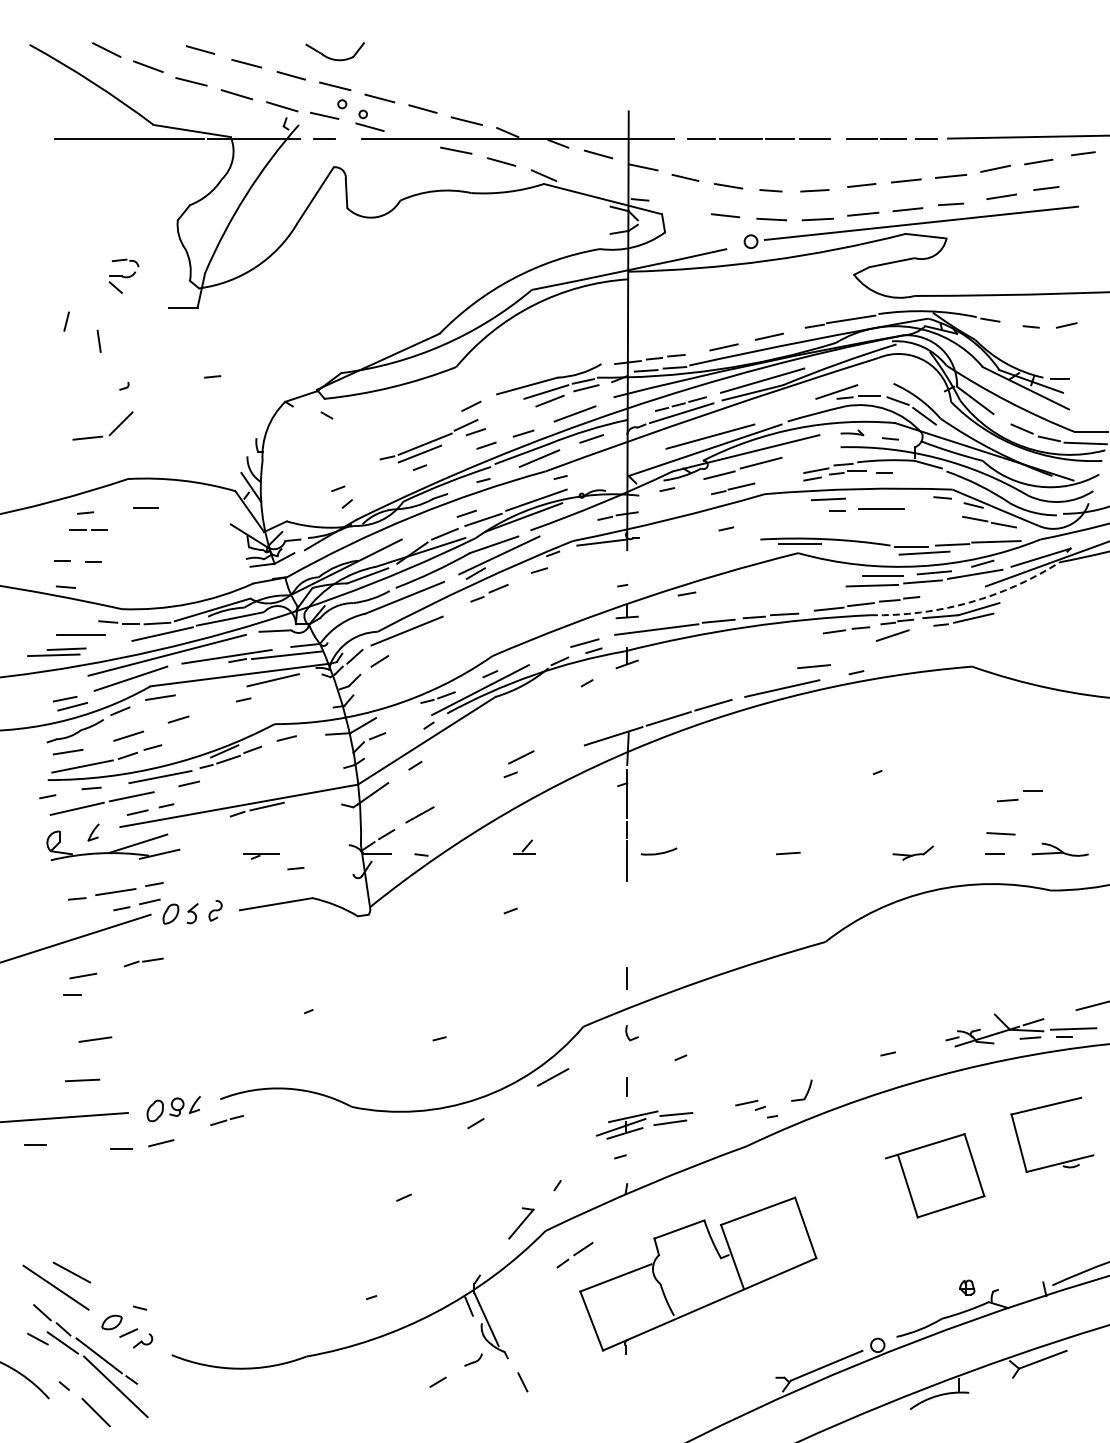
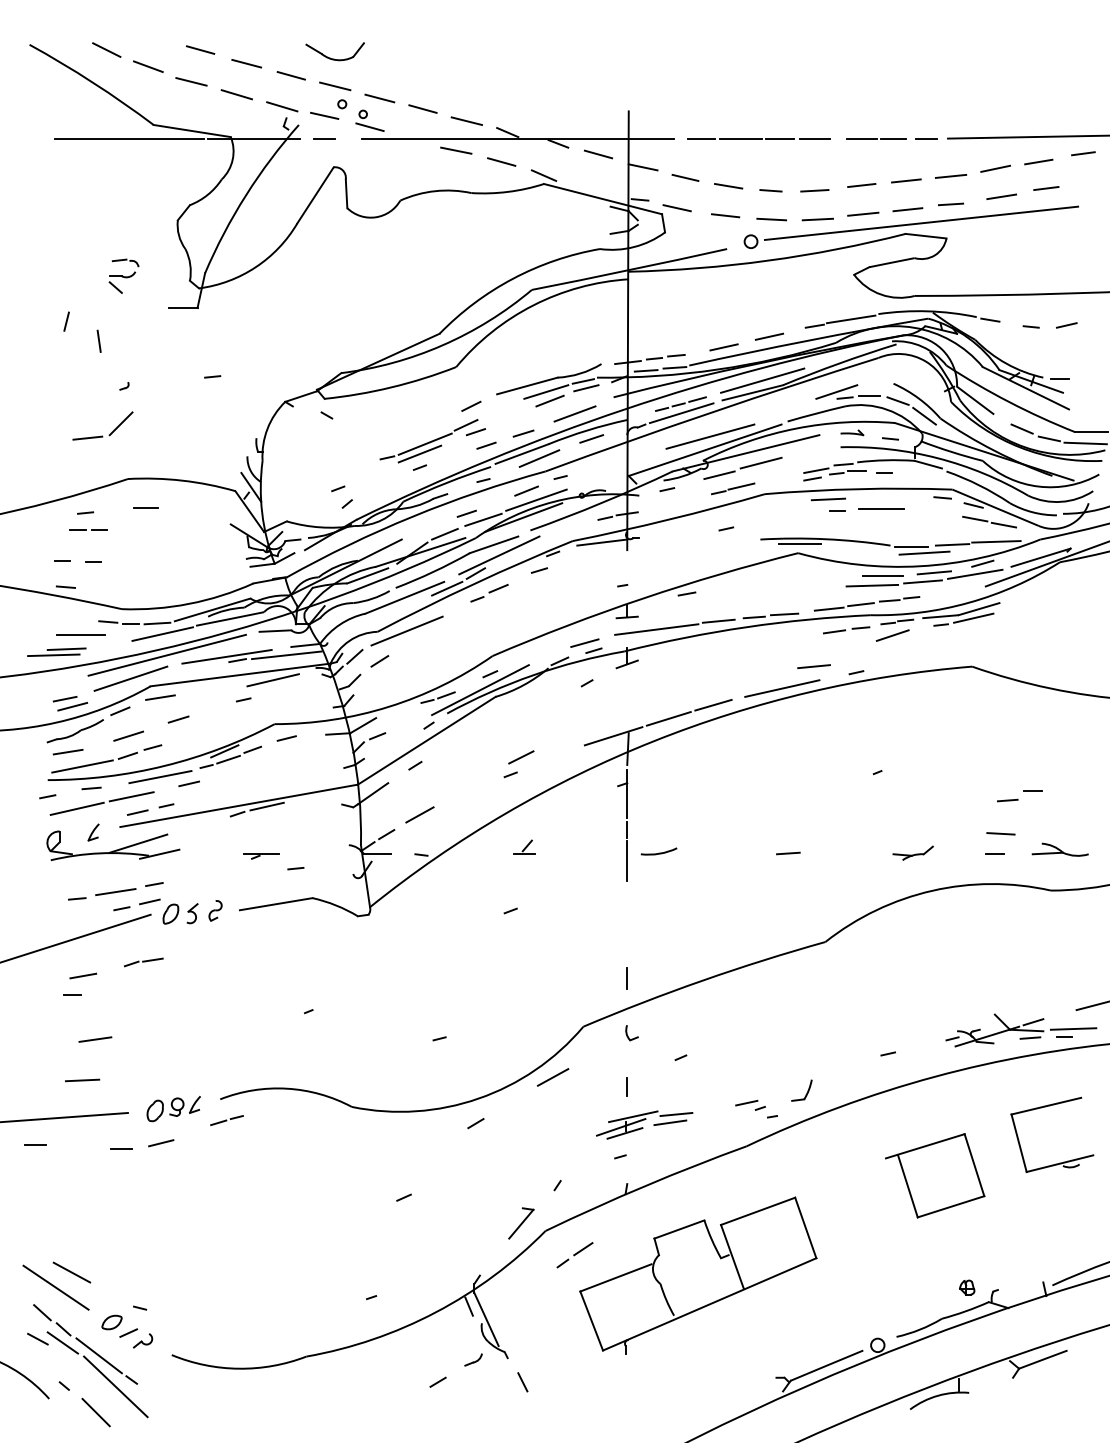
line at (676, 208): none -> present
line at (526, 490): none -> present
line at (447, 588): none -> present
arc at (969, 602): dashed -> solid
